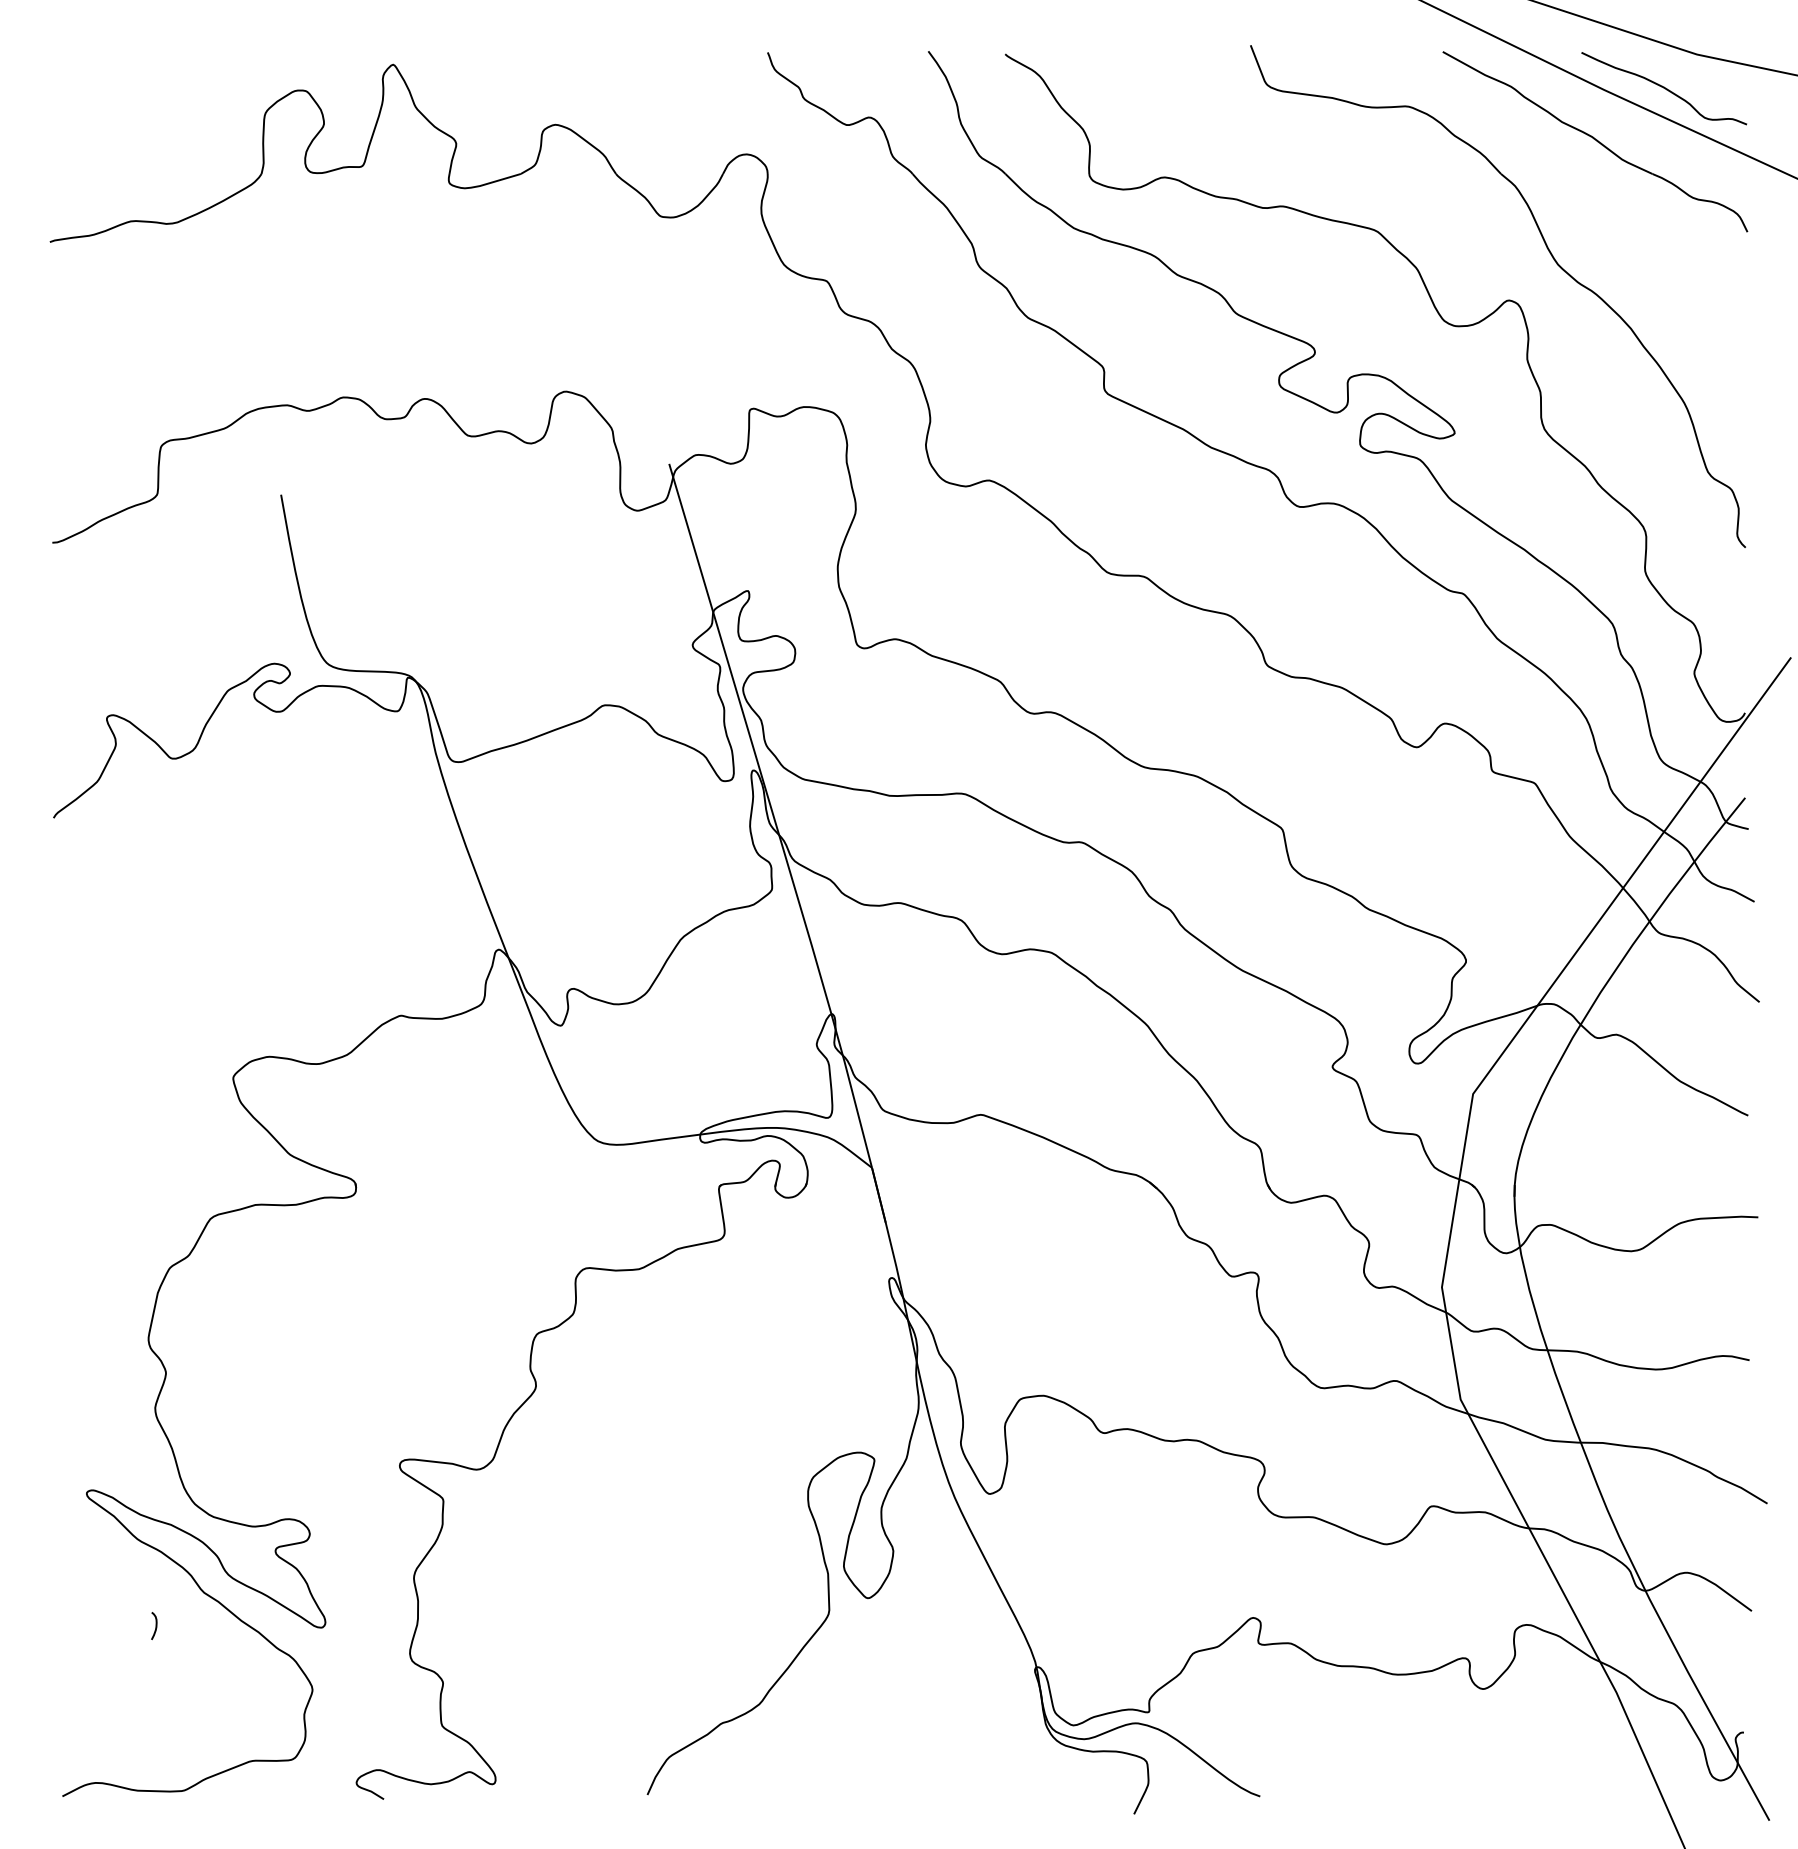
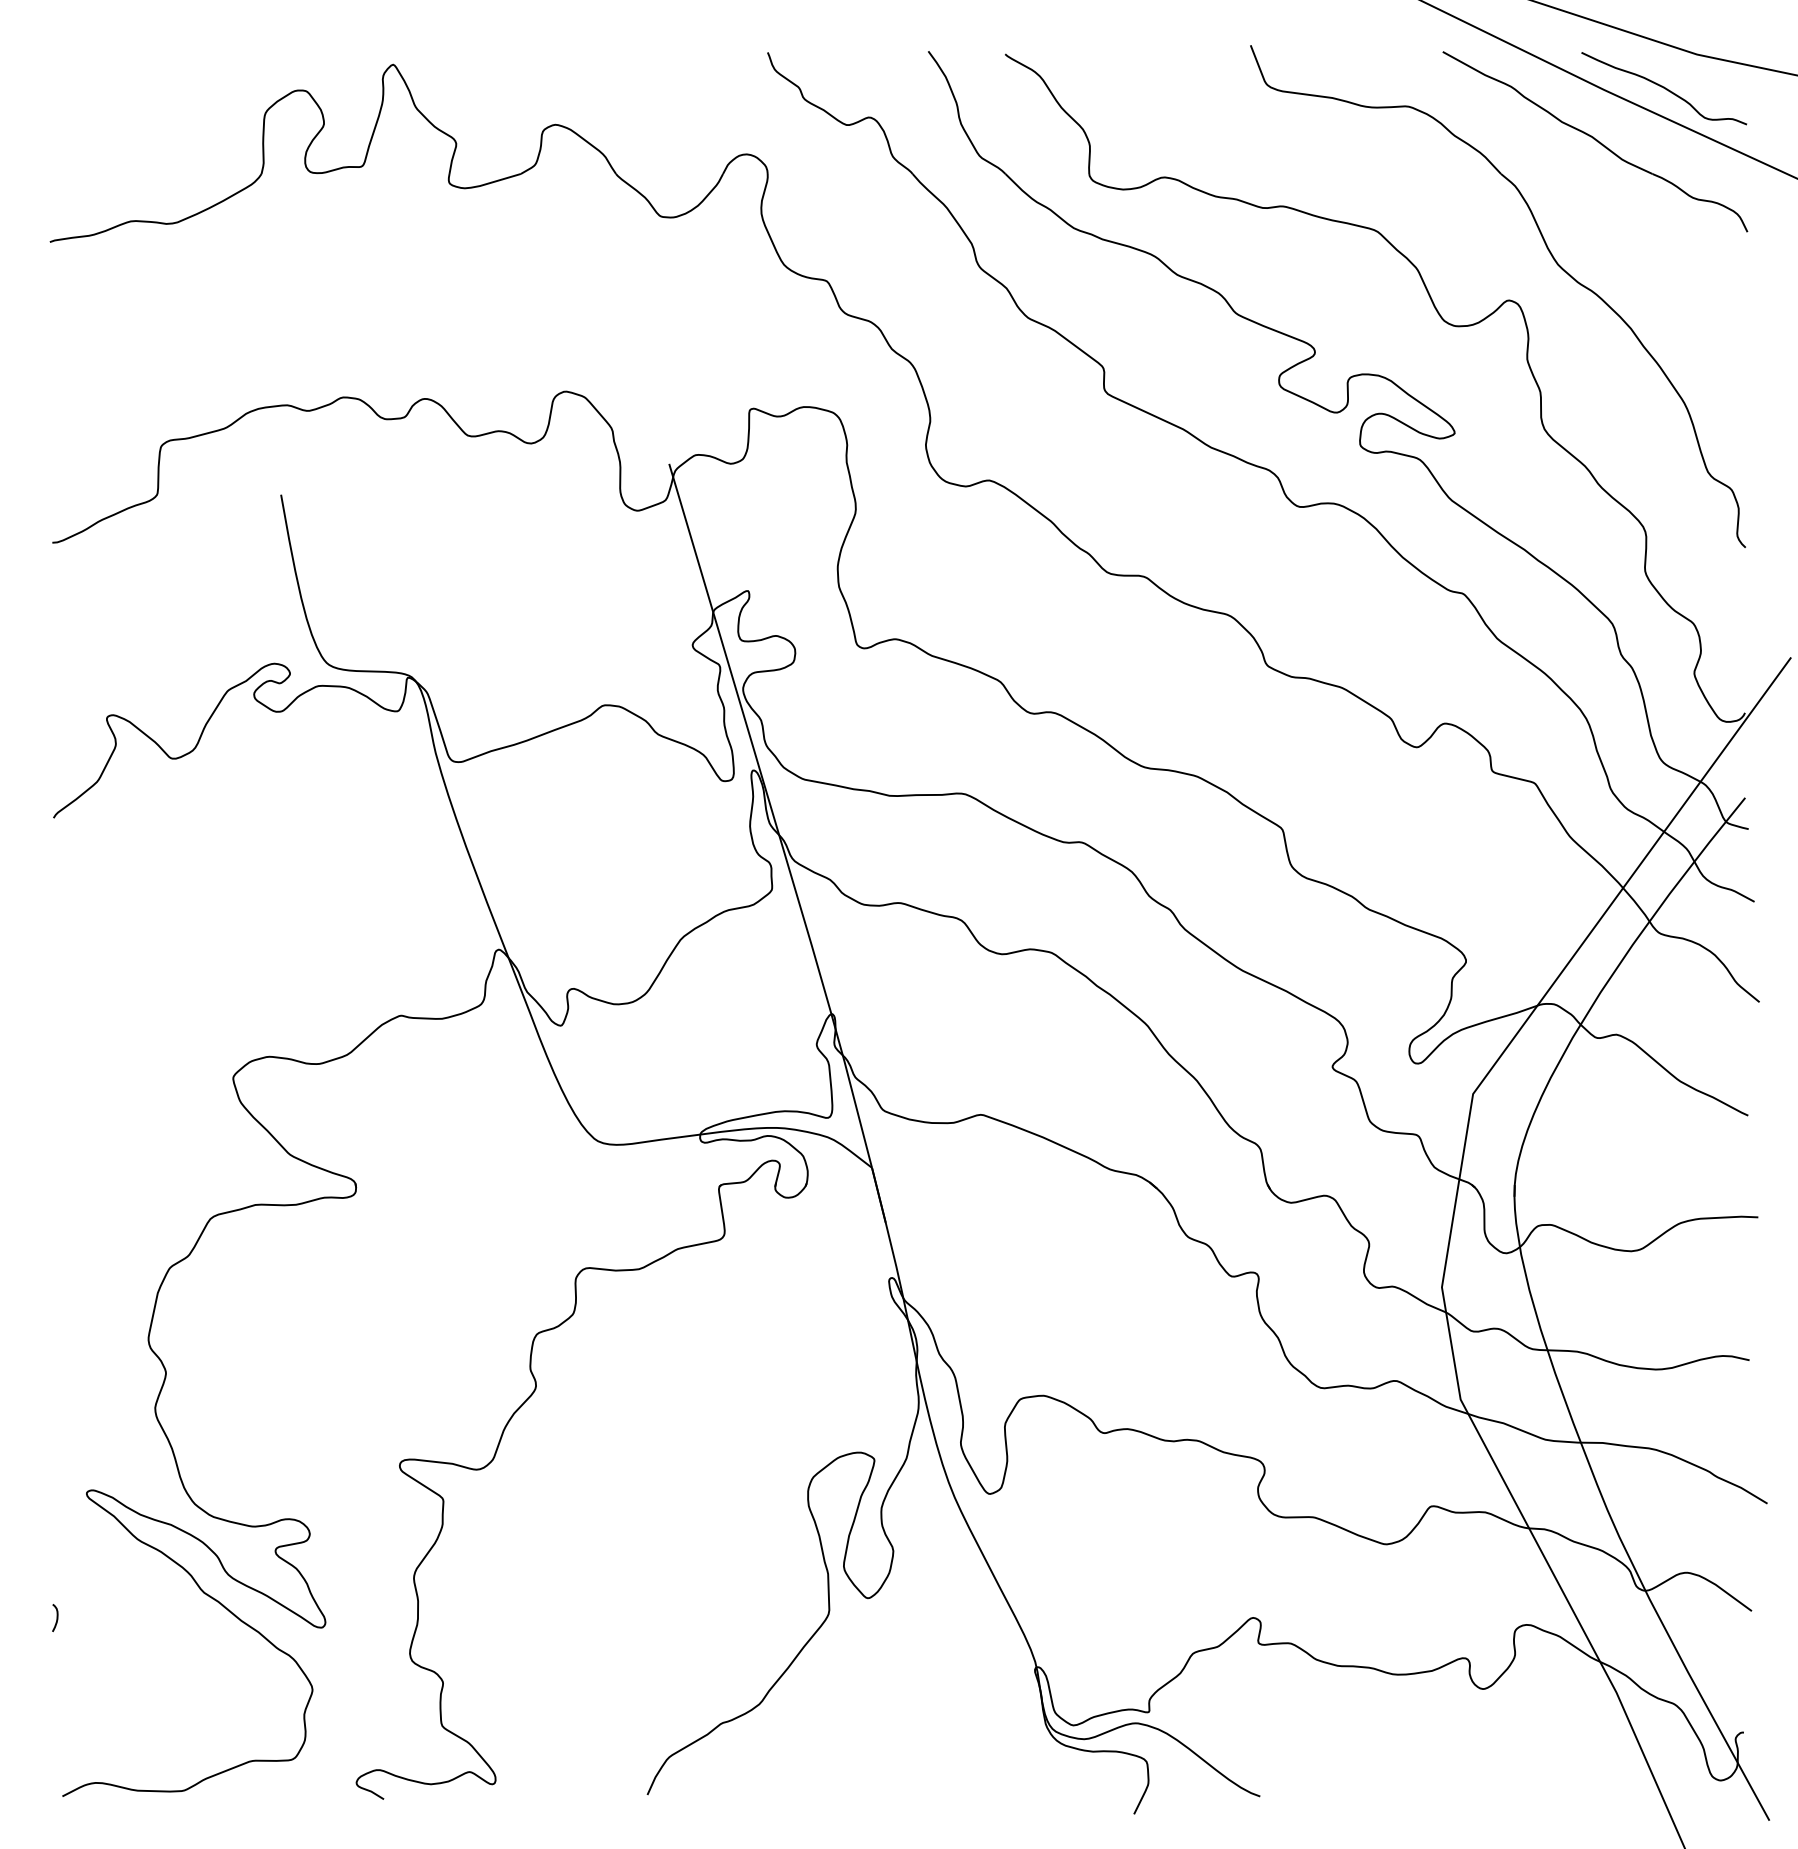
curve at (155, 1625) position: (155, 1625) -> (56, 1617)
